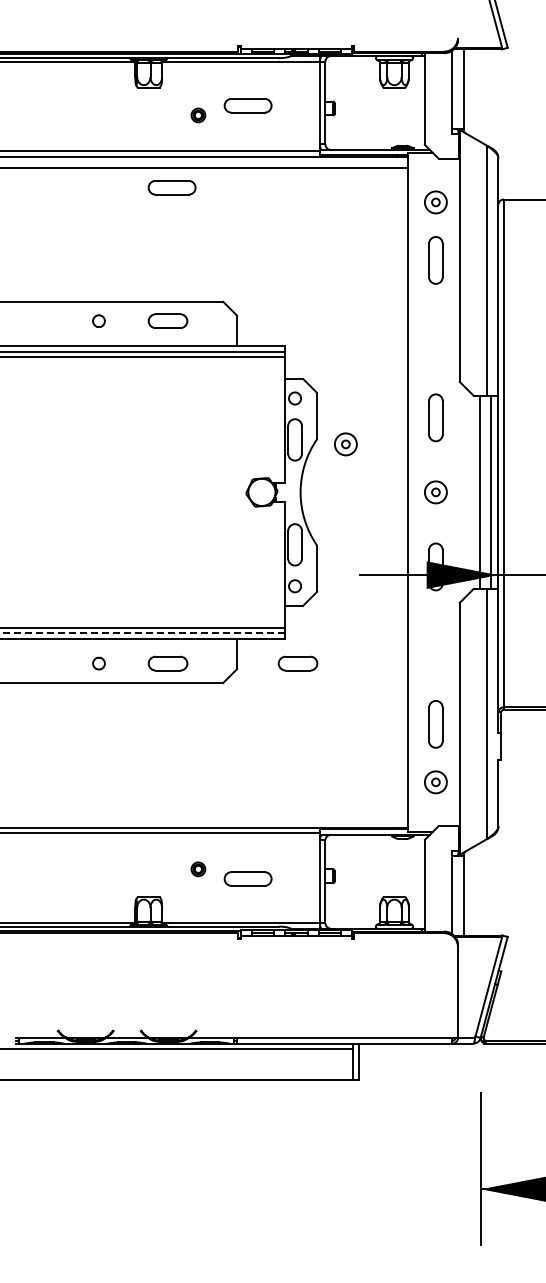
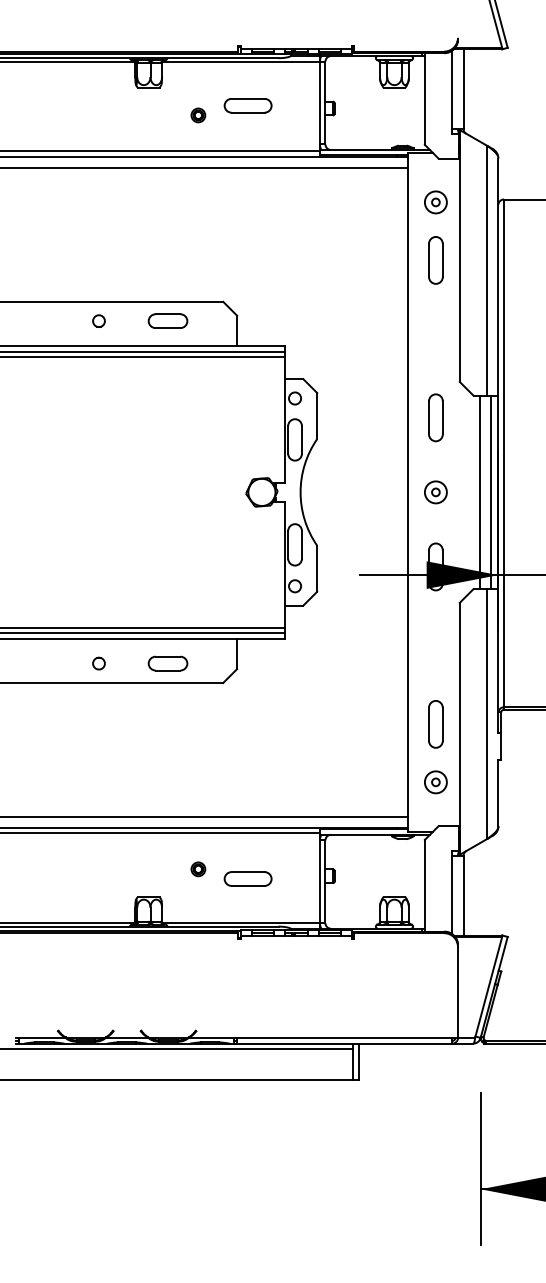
part at (171, 187): present -> none
part at (345, 444): present -> none
line at (142, 633): dashed -> solid
part at (297, 663): present -> none
line at (205, 816): none -> present
